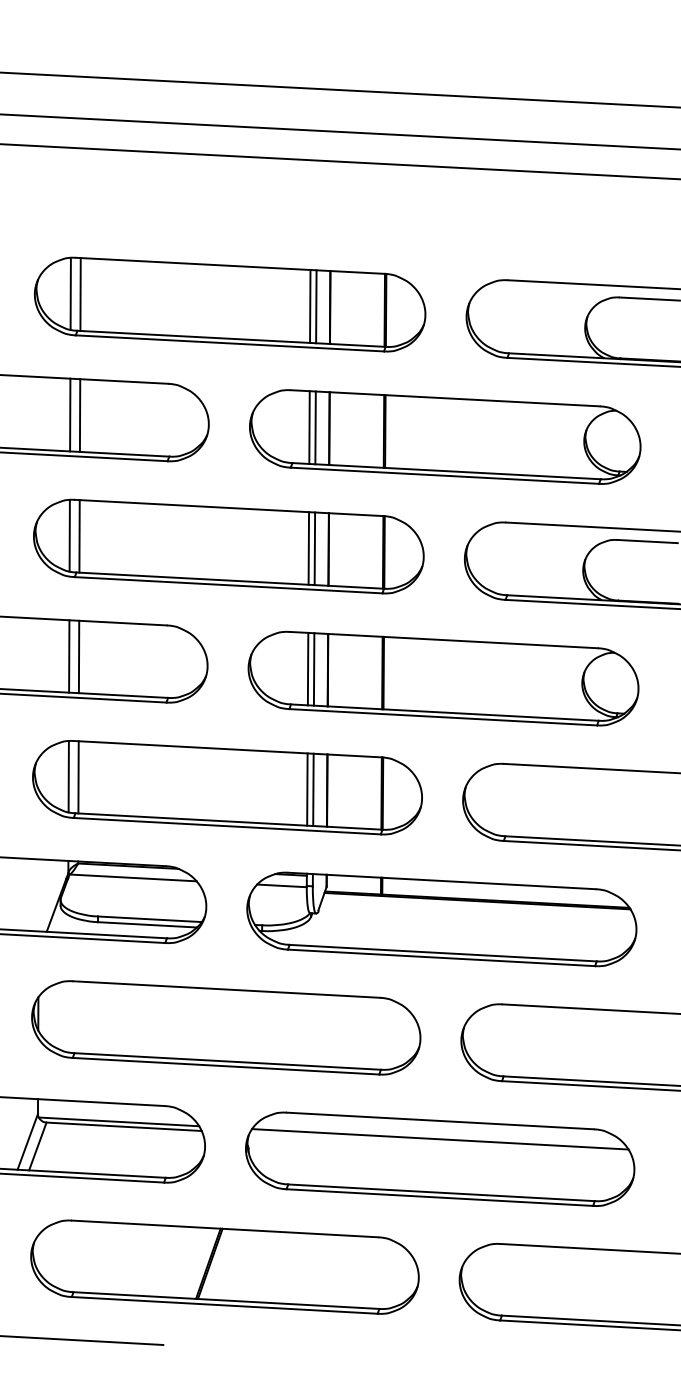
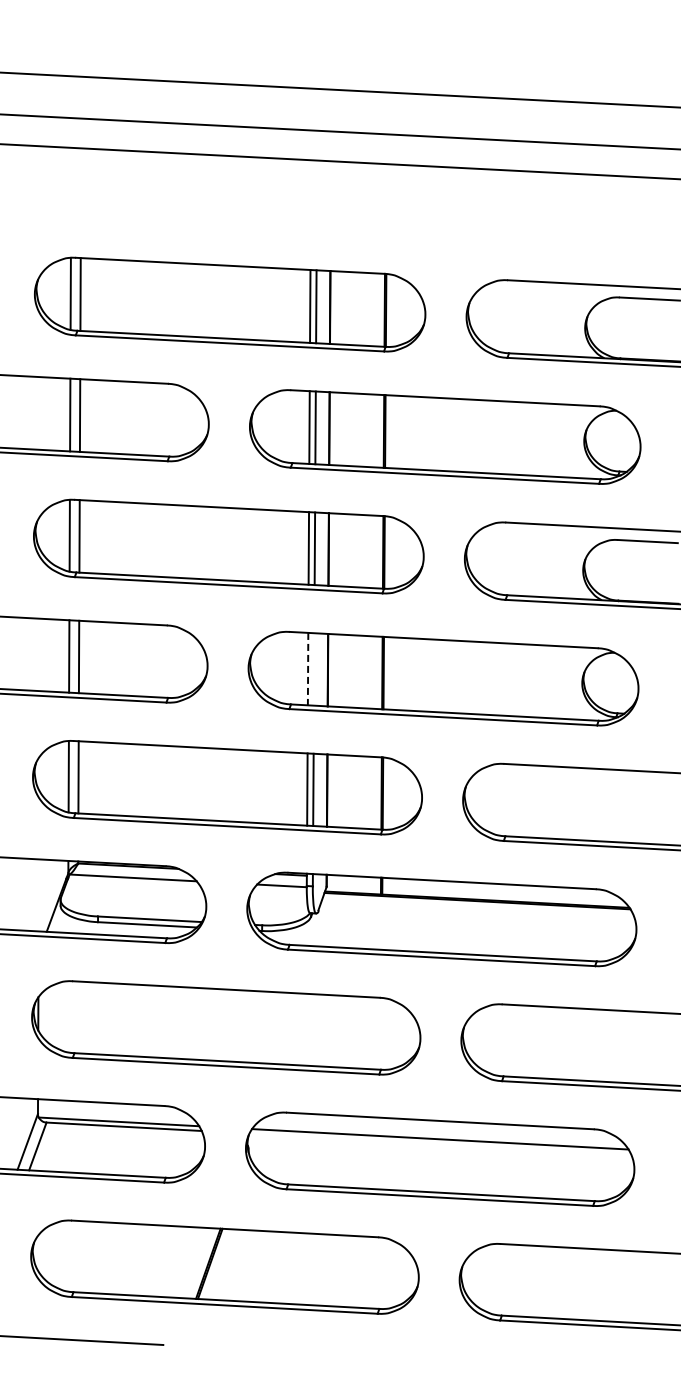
line at (308, 669): solid -> dashed
line at (313, 669): present -> none
